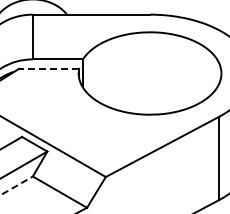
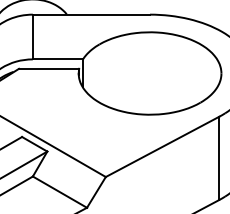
line at (48, 68): dashed -> solid
line at (16, 186): dashed -> solid
